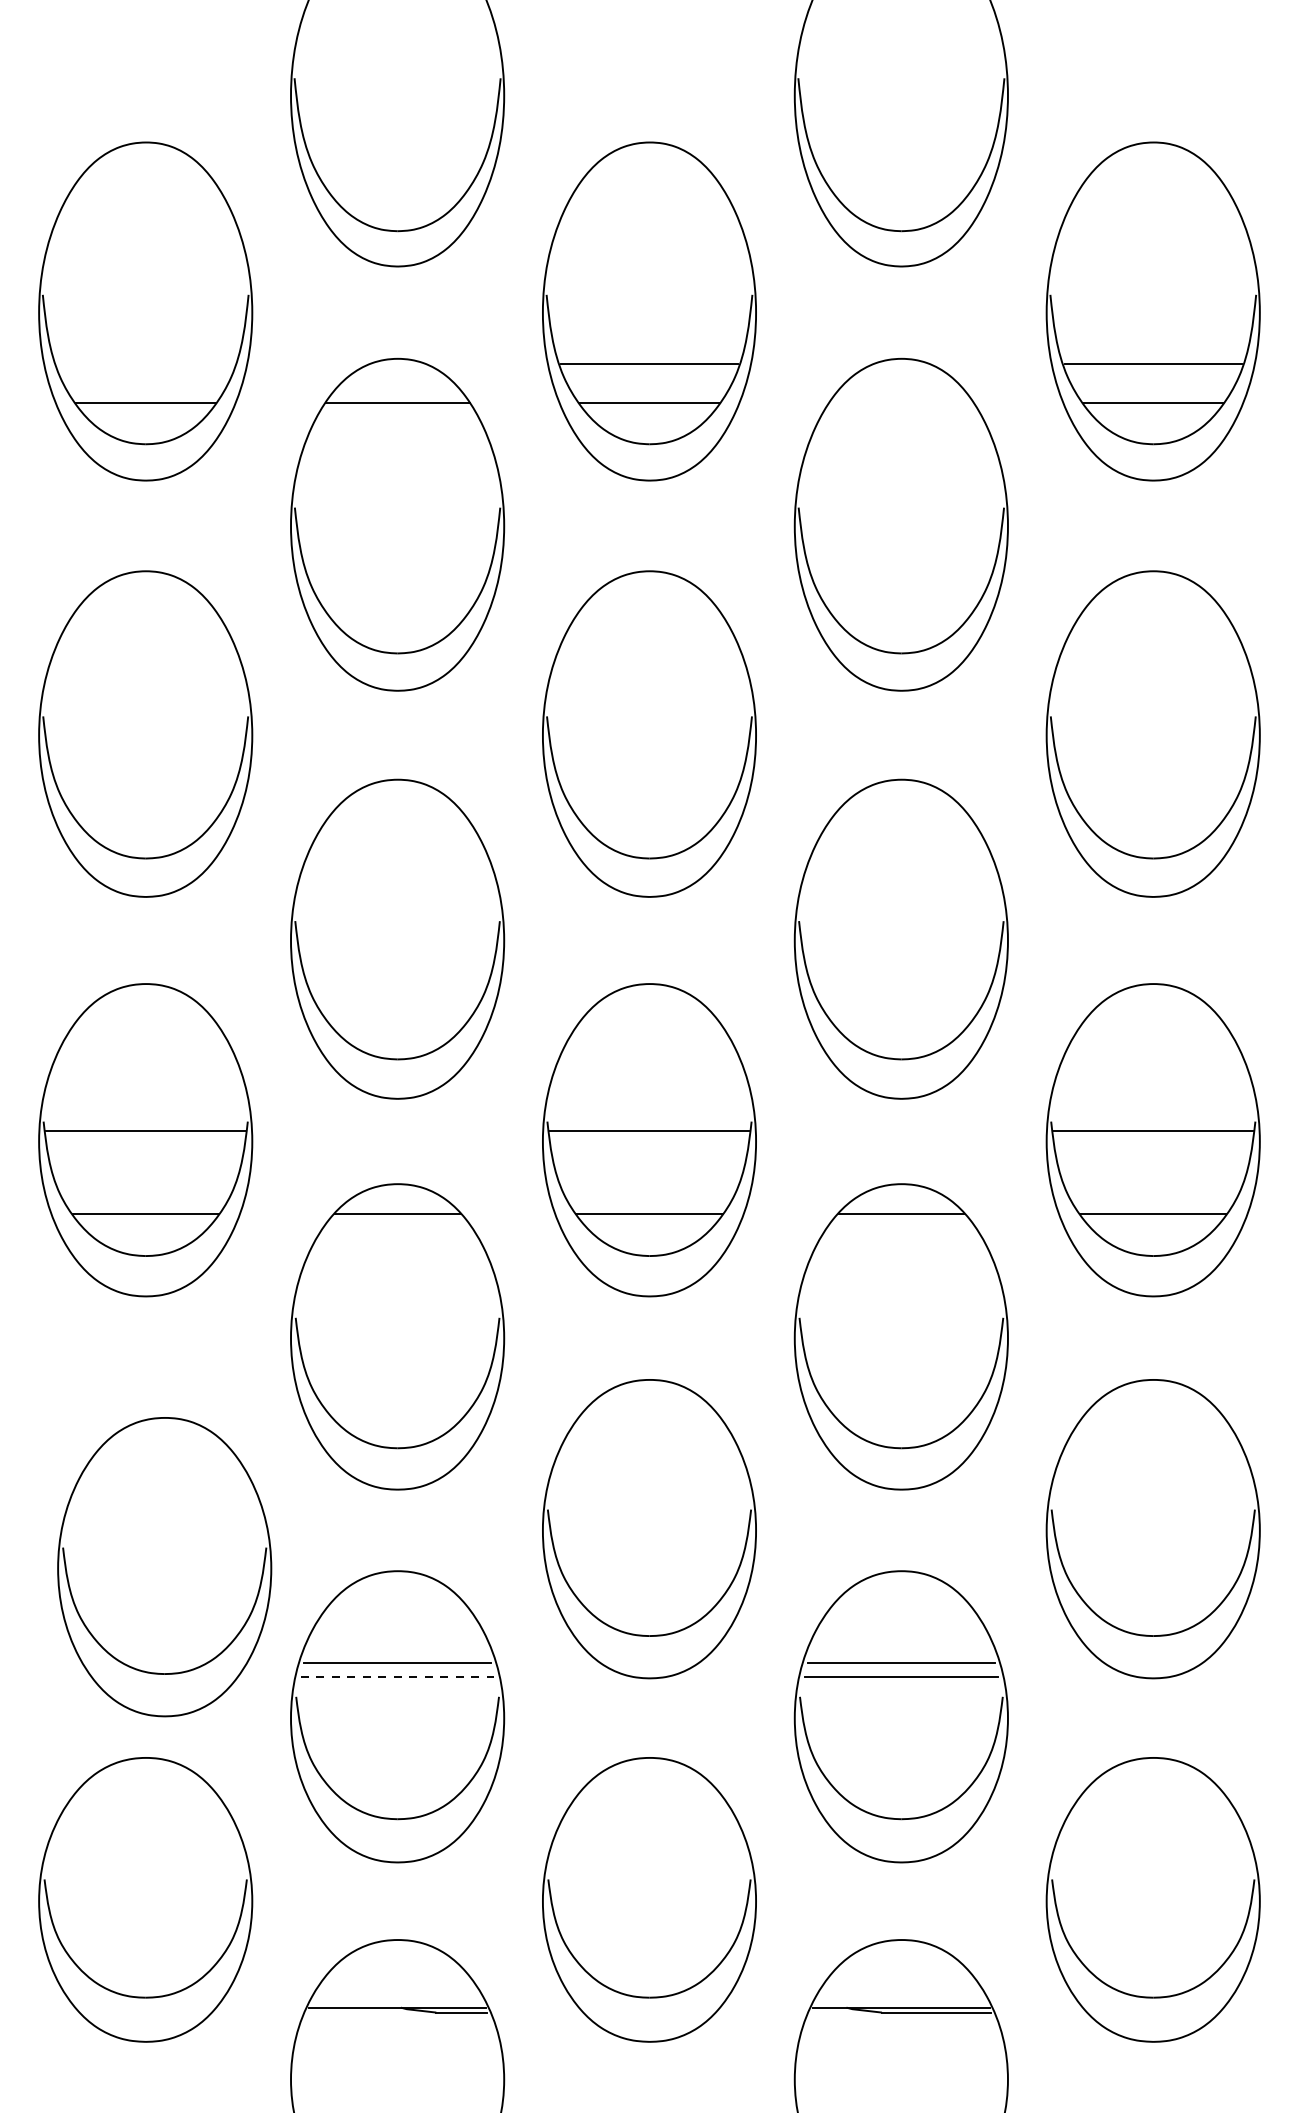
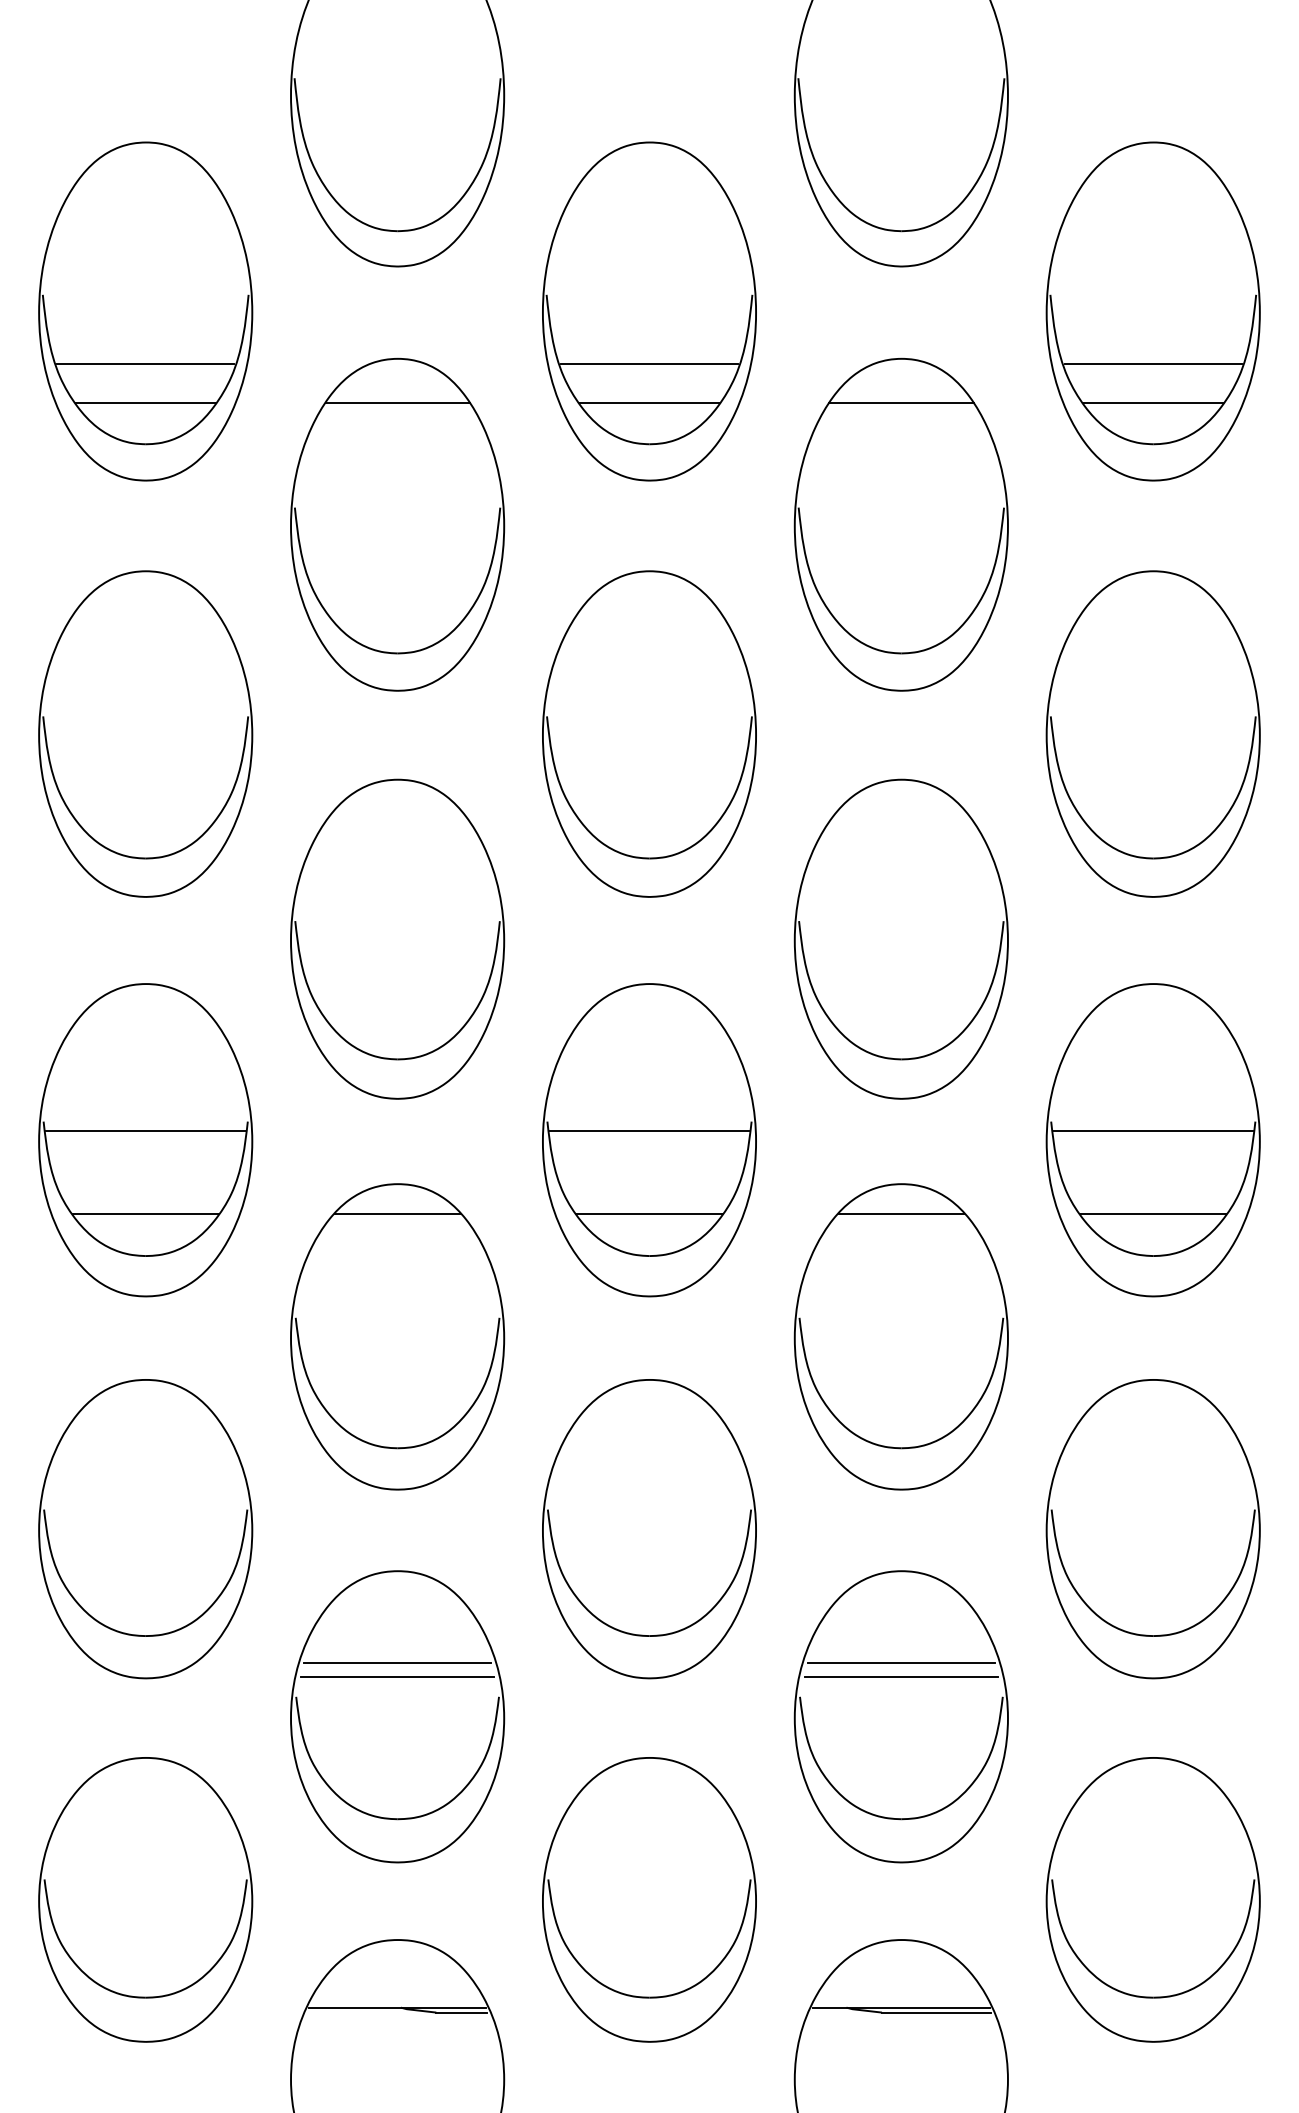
line at (145, 363): none -> present
line at (901, 403): none -> present
part at (164, 1567) position: (164, 1567) -> (145, 1529)
line at (397, 1677): dashed -> solid
